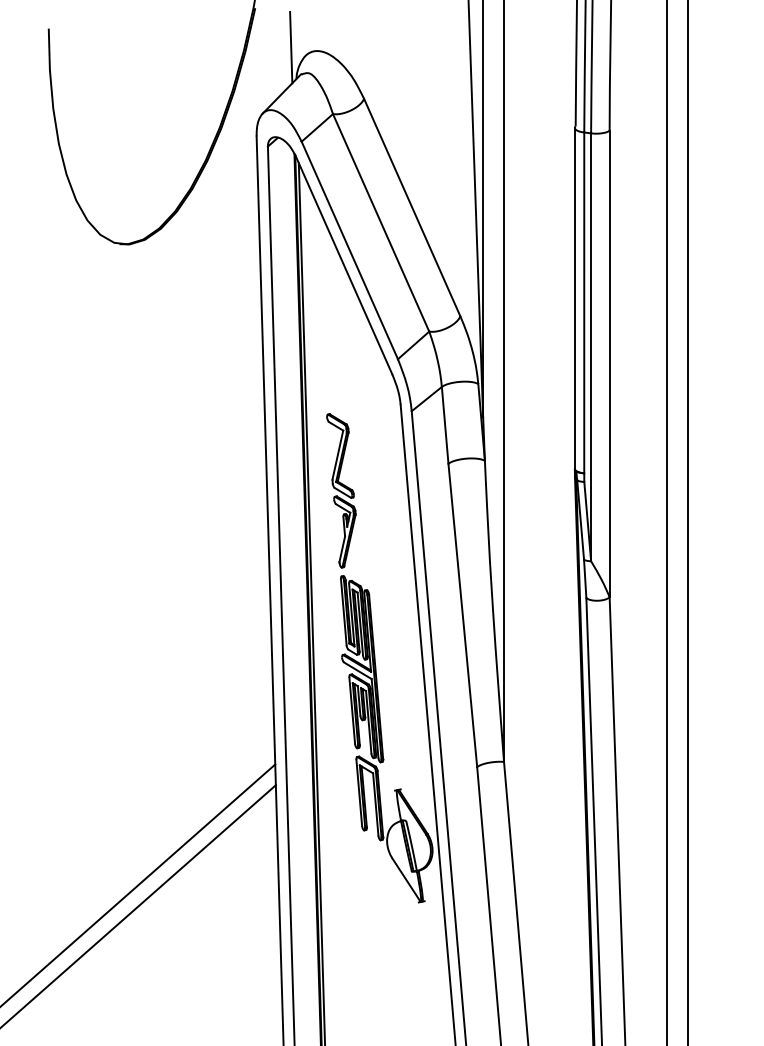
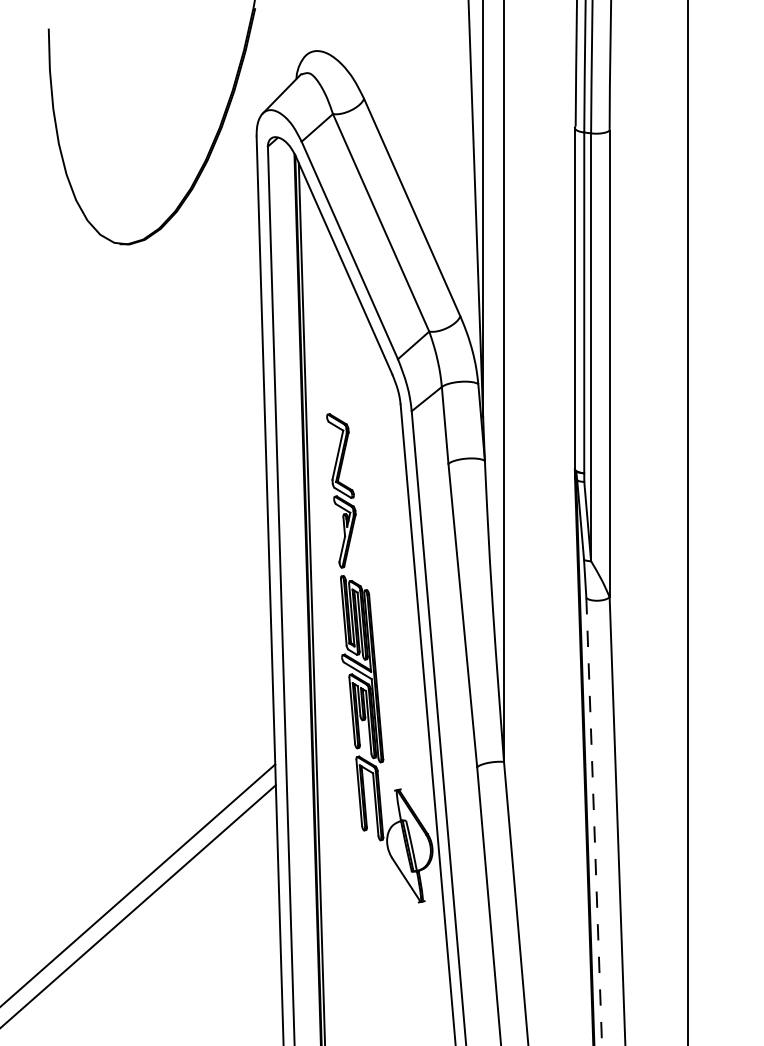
line at (291, 47): present -> none
line at (666, 522): present -> none
line at (594, 821): solid -> dashed
